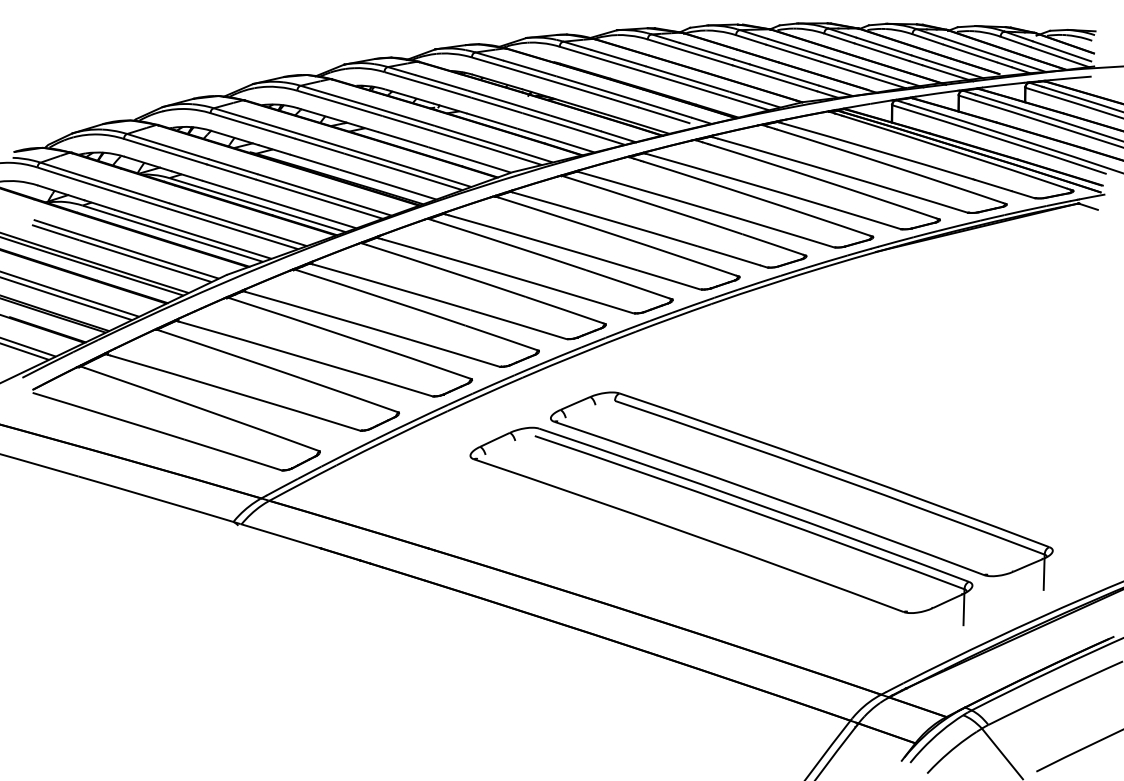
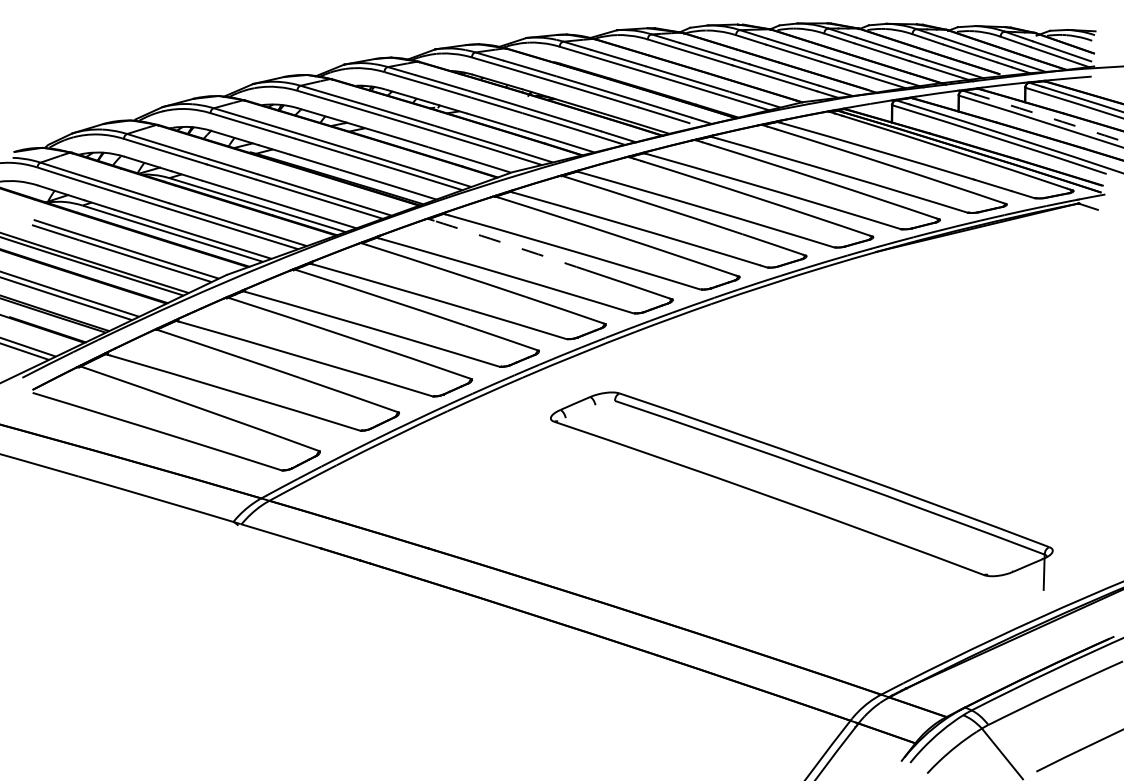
arc at (1049, 117): solid -> dashed
arc at (509, 245): solid -> dashed
part at (721, 526): present -> none
